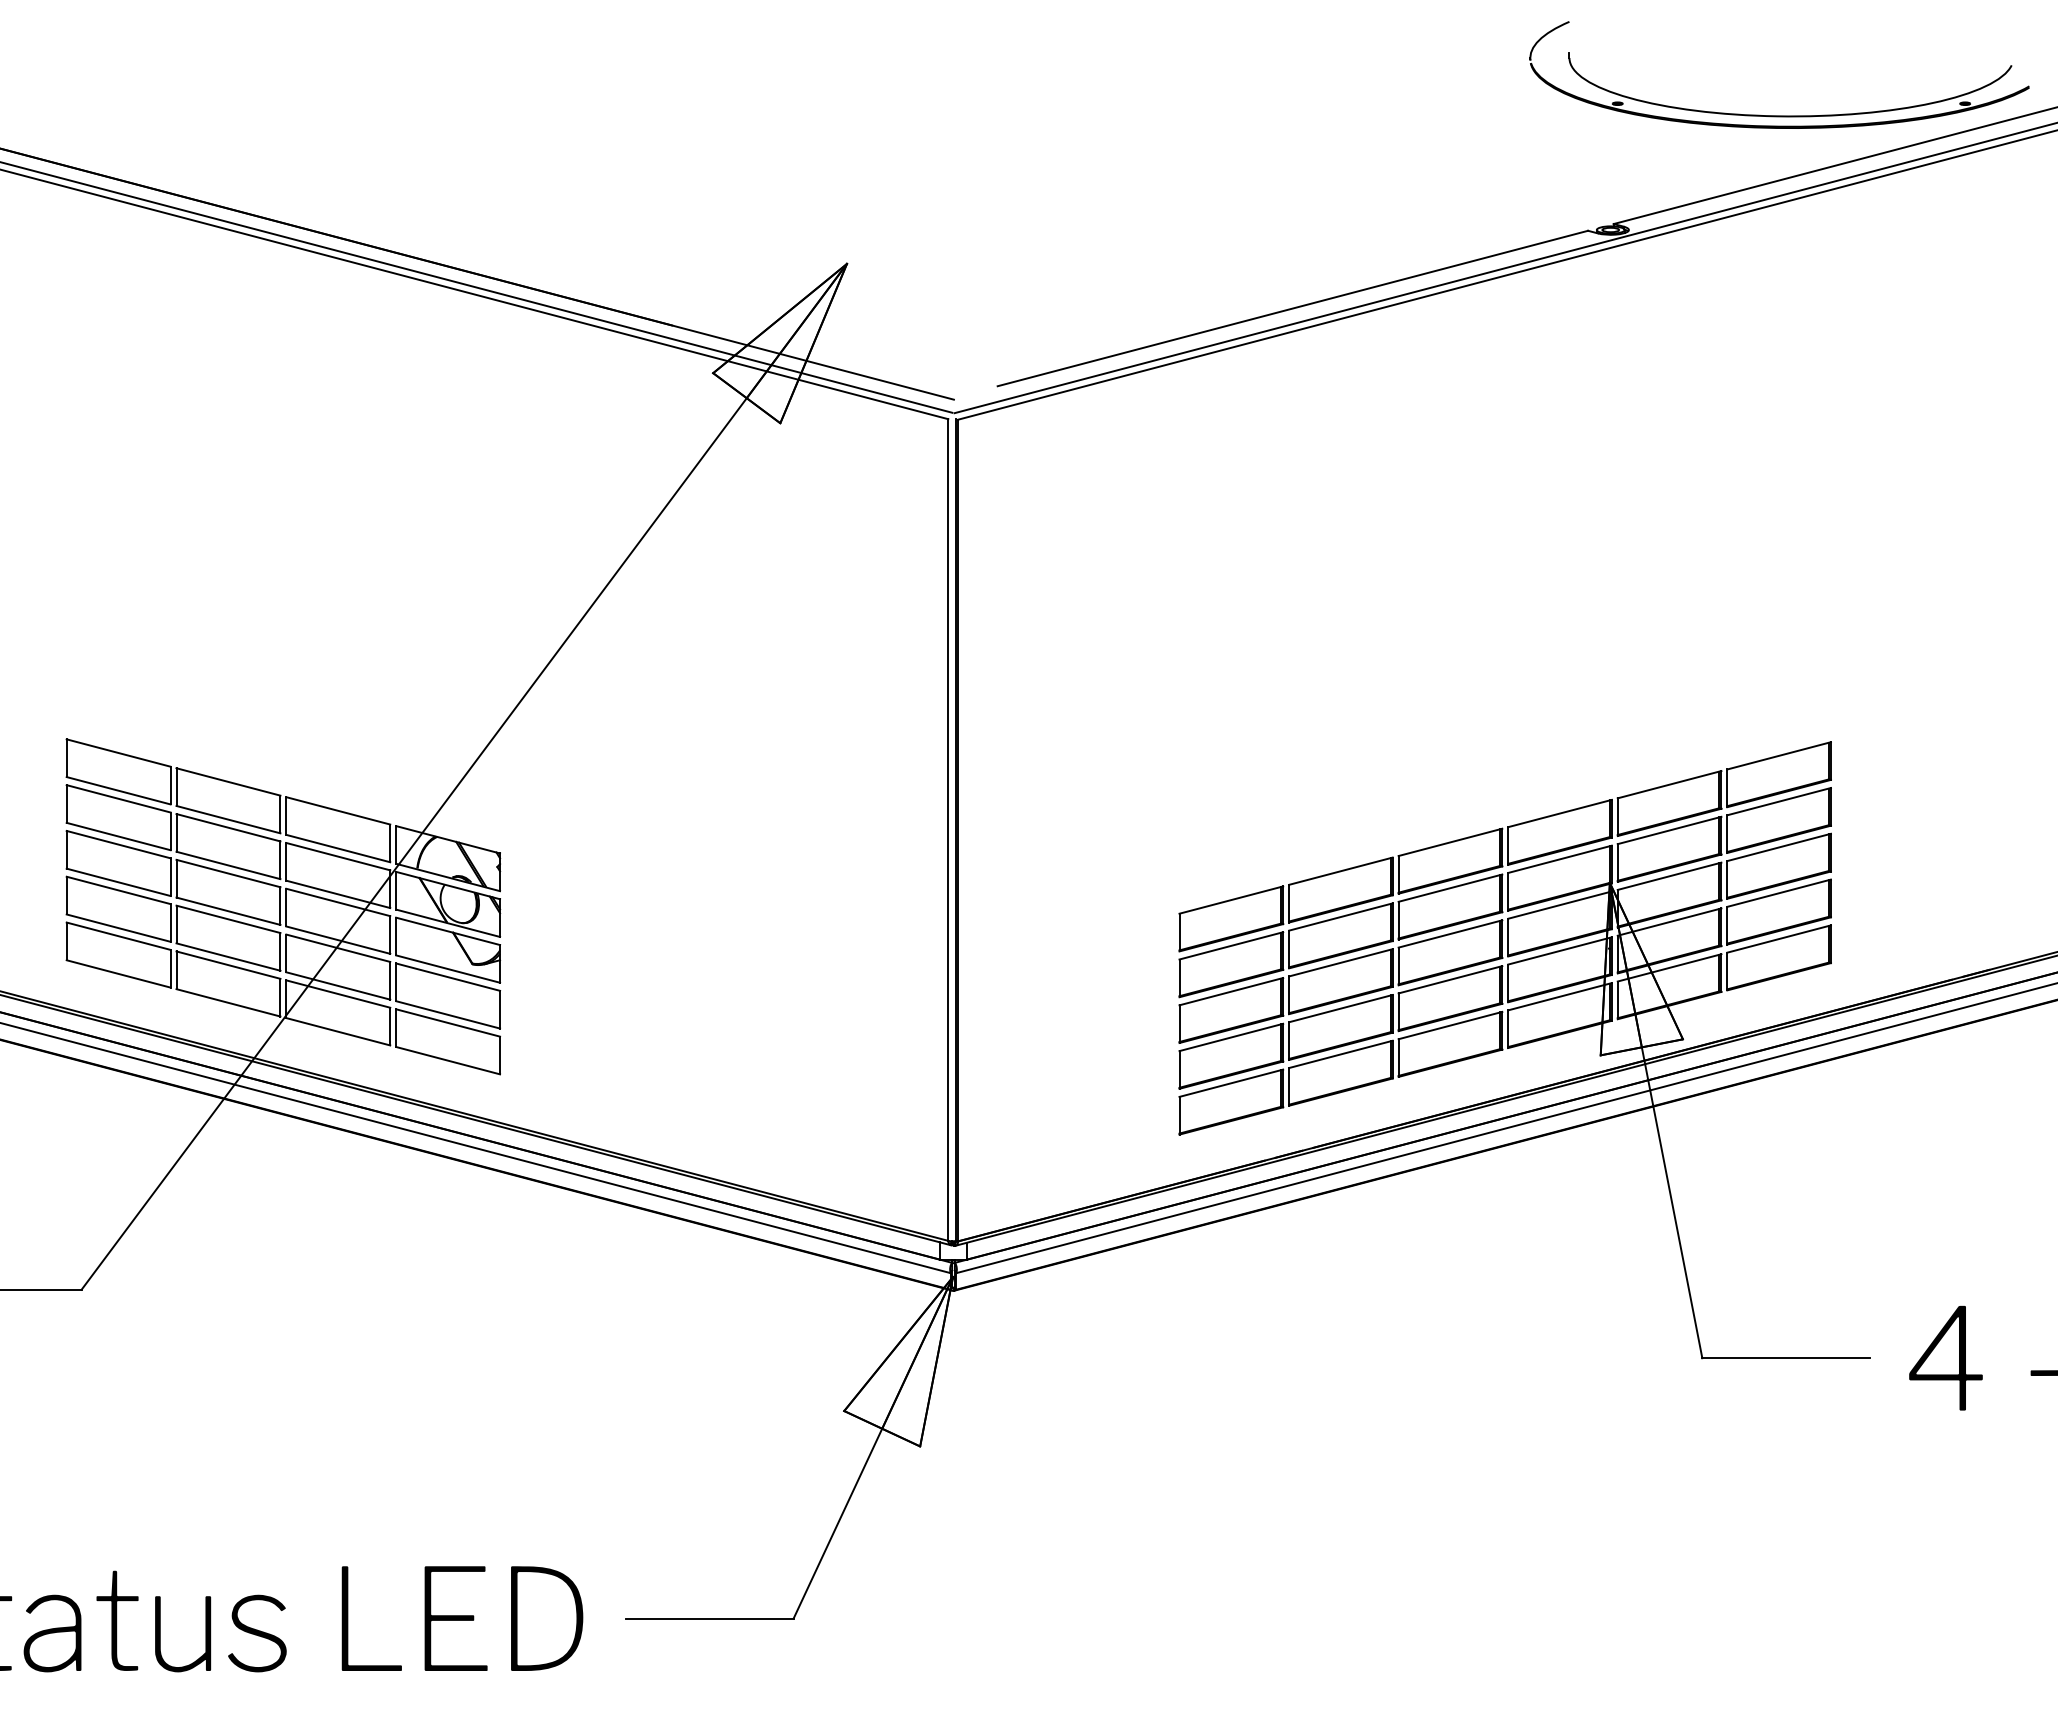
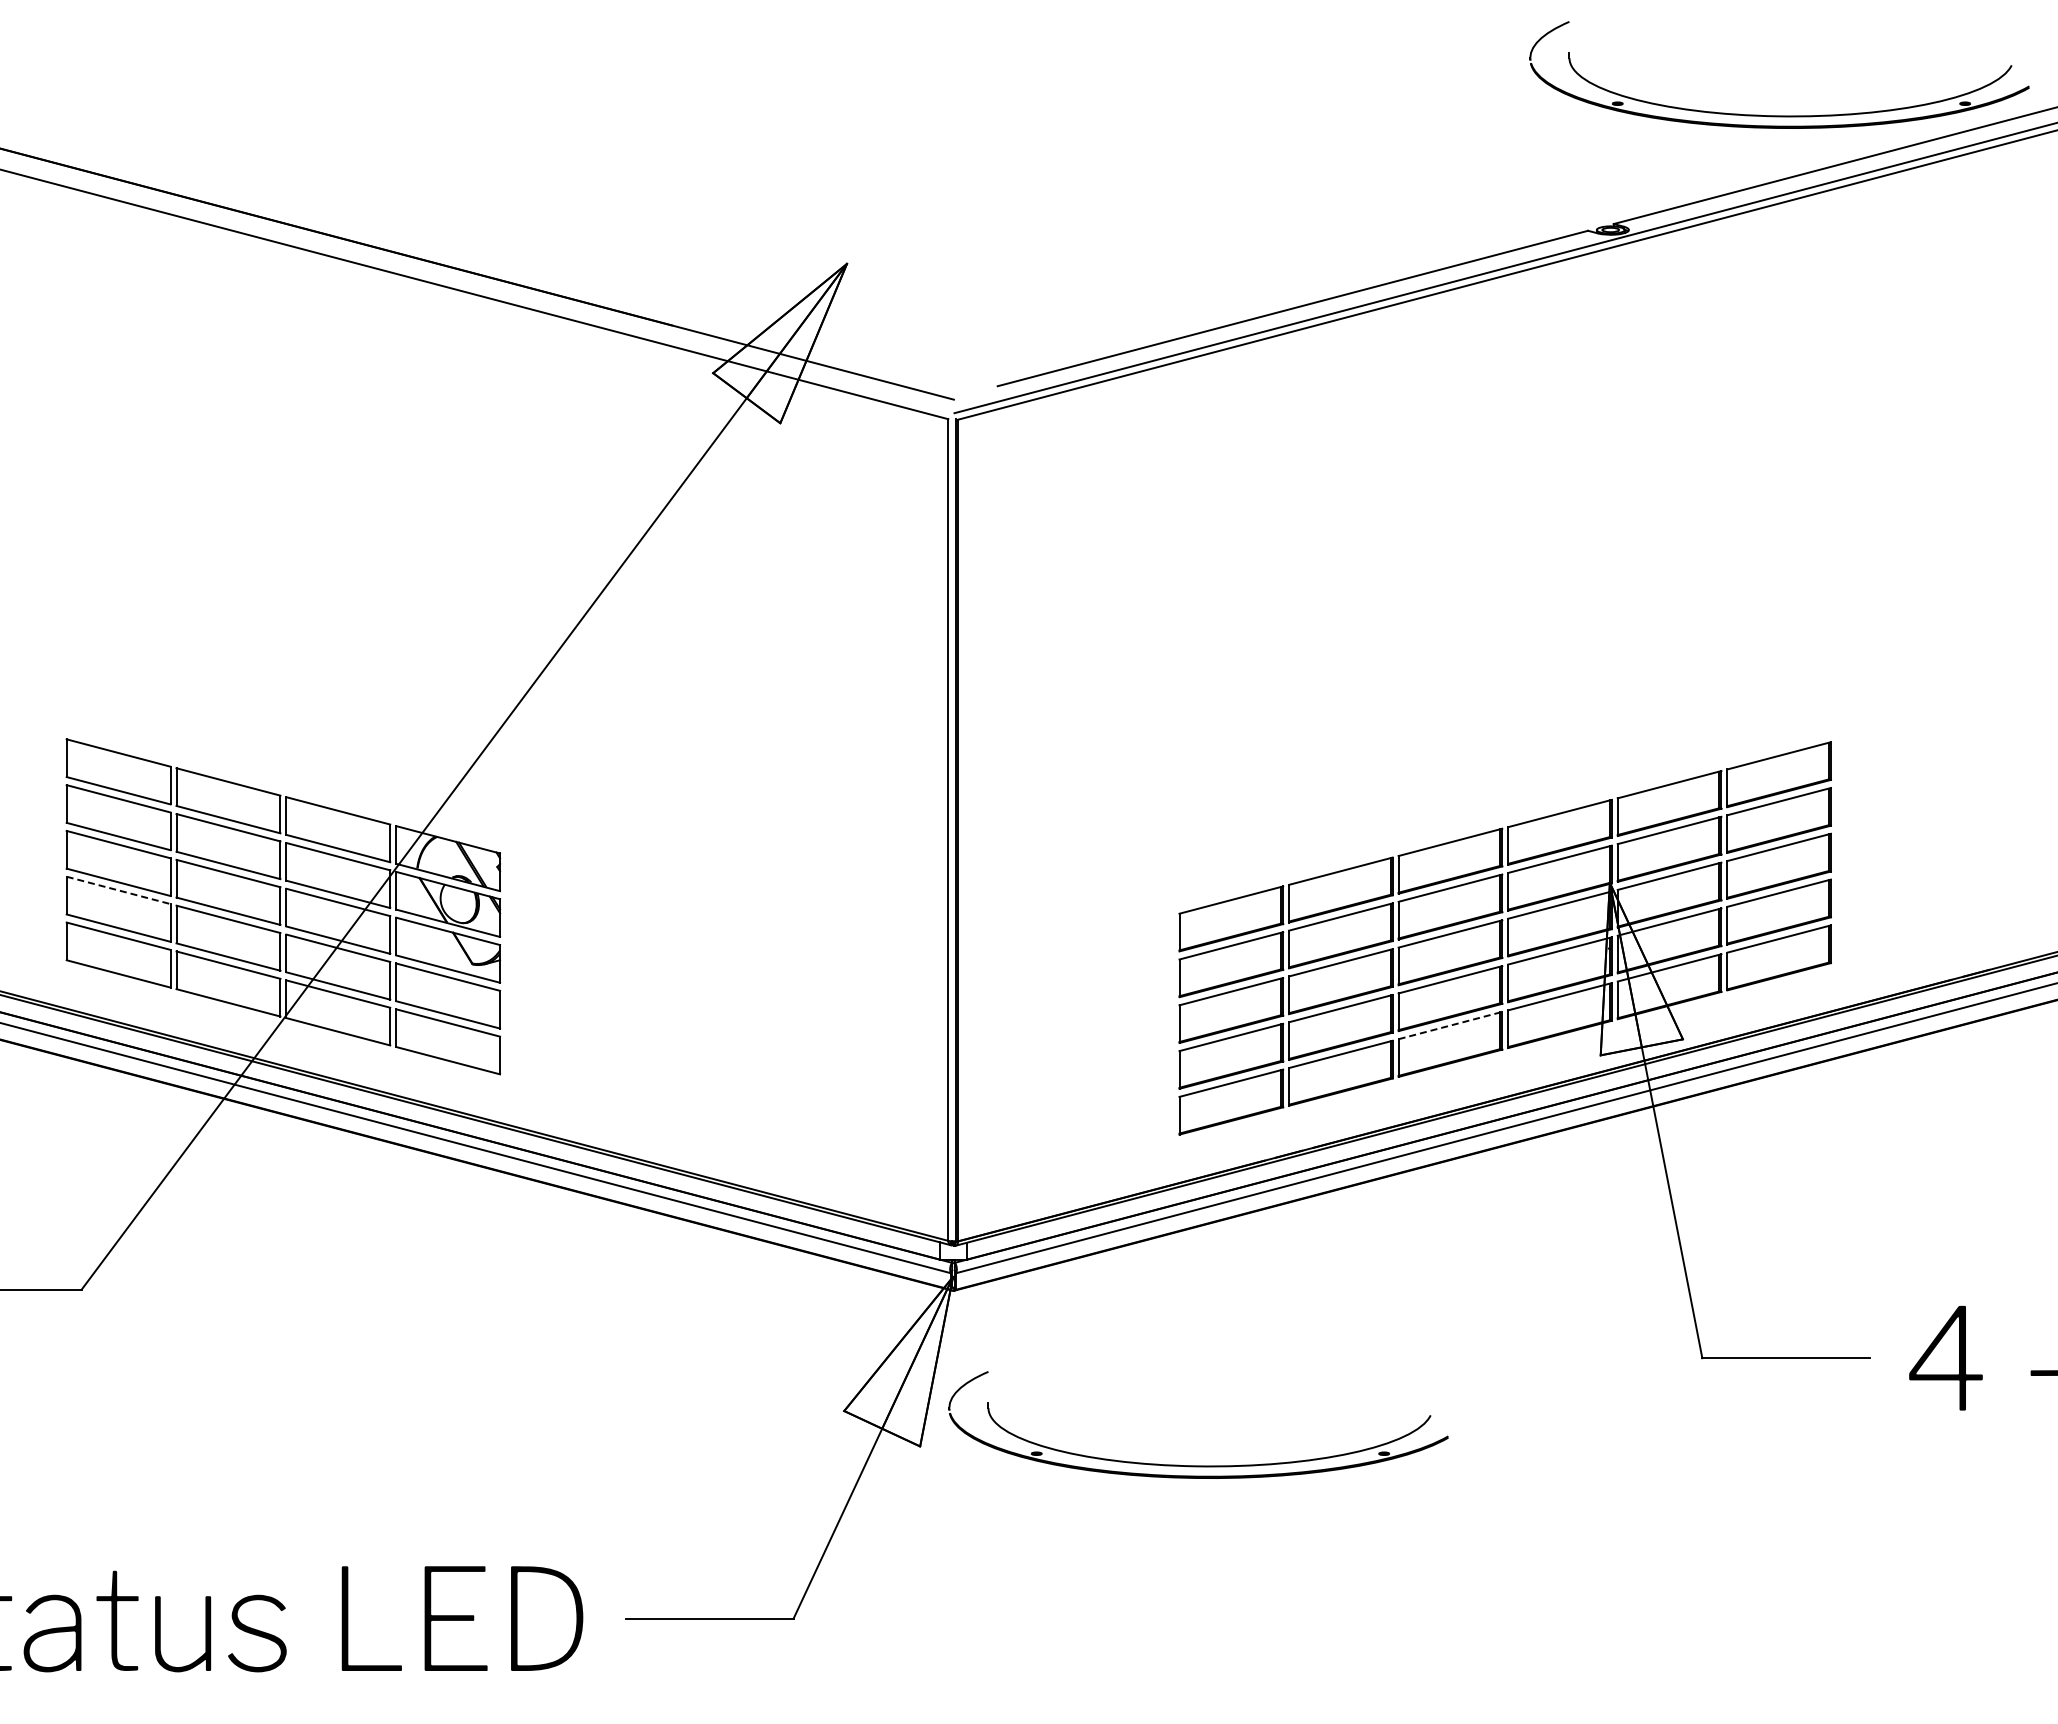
line at (477, 287): present -> none
line at (118, 890): solid -> dashed
line at (1450, 1025): solid -> dashed
part at (1198, 1465): none -> present
